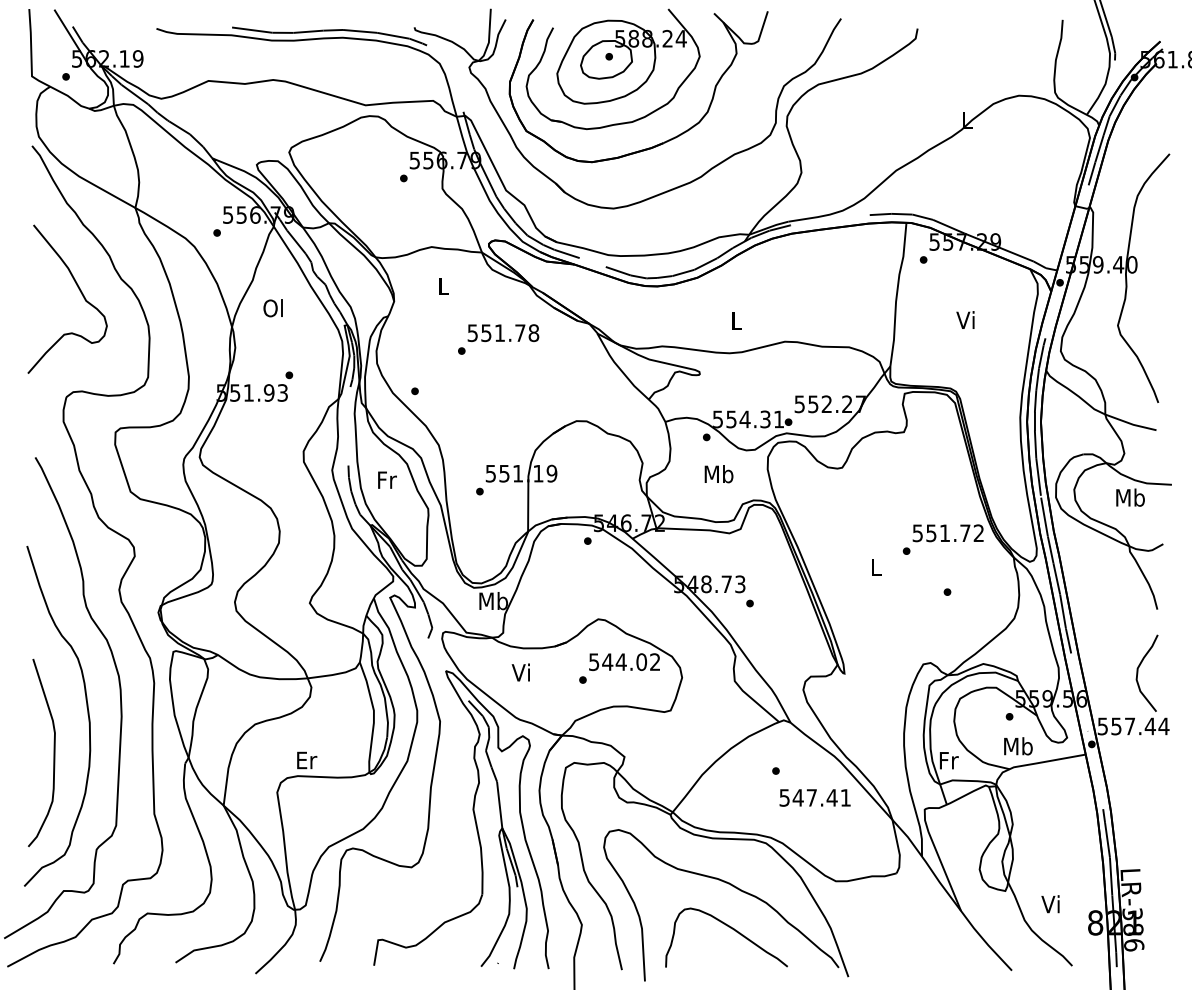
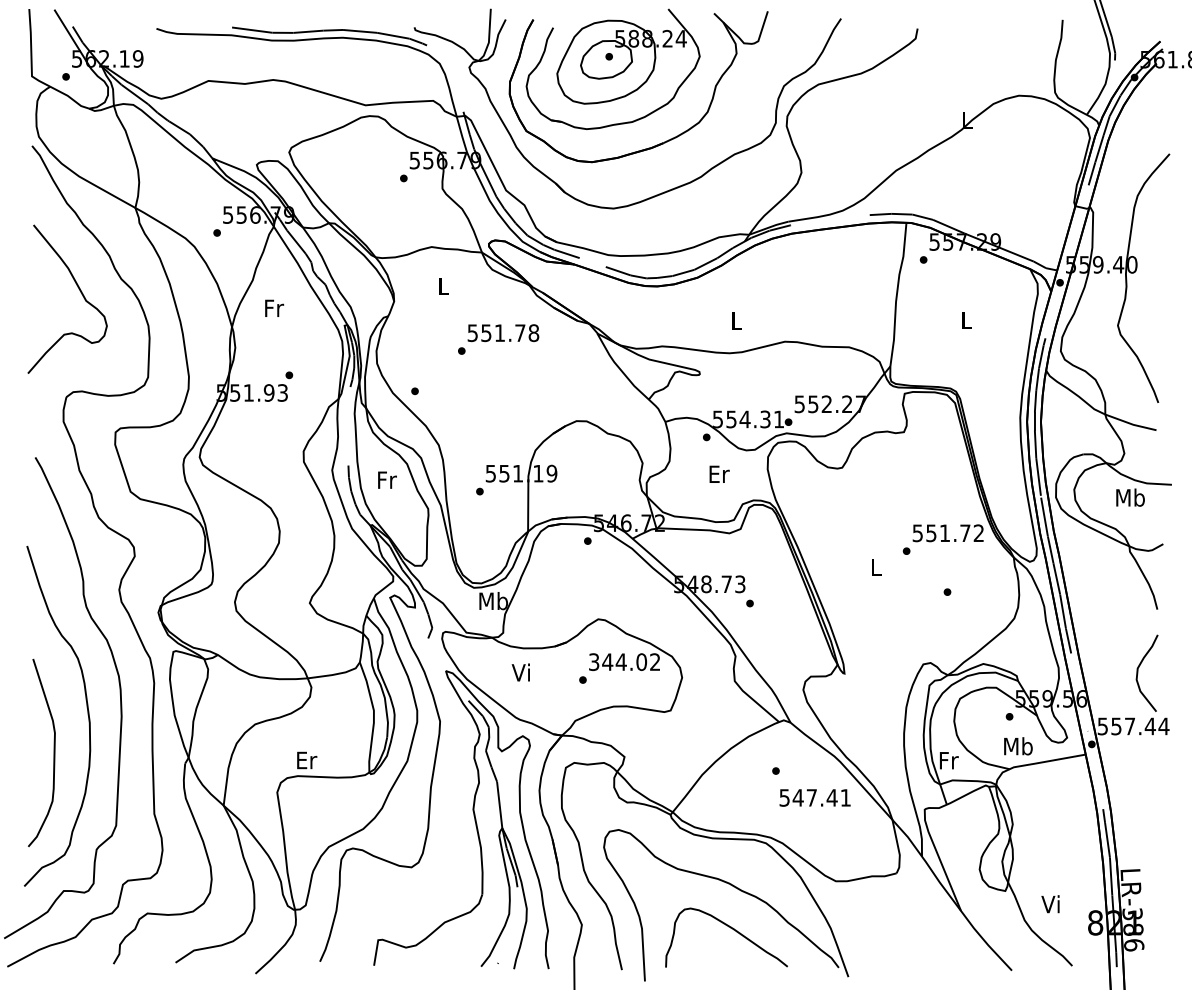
text at (273, 308): Ol -> Fr
text at (965, 319): Vi -> L
text at (718, 474): Mb -> Er
text at (594, 661): 544.02 -> 344.02
